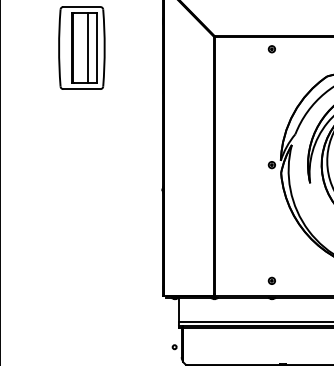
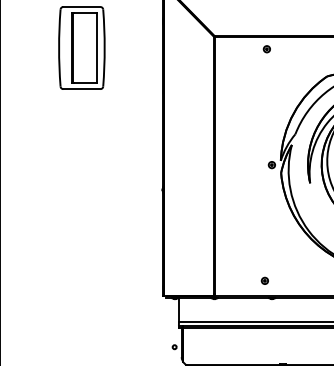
line at (88, 47): present -> none
part at (271, 49) position: (271, 49) -> (266, 49)
part at (271, 280) position: (271, 280) -> (264, 280)
